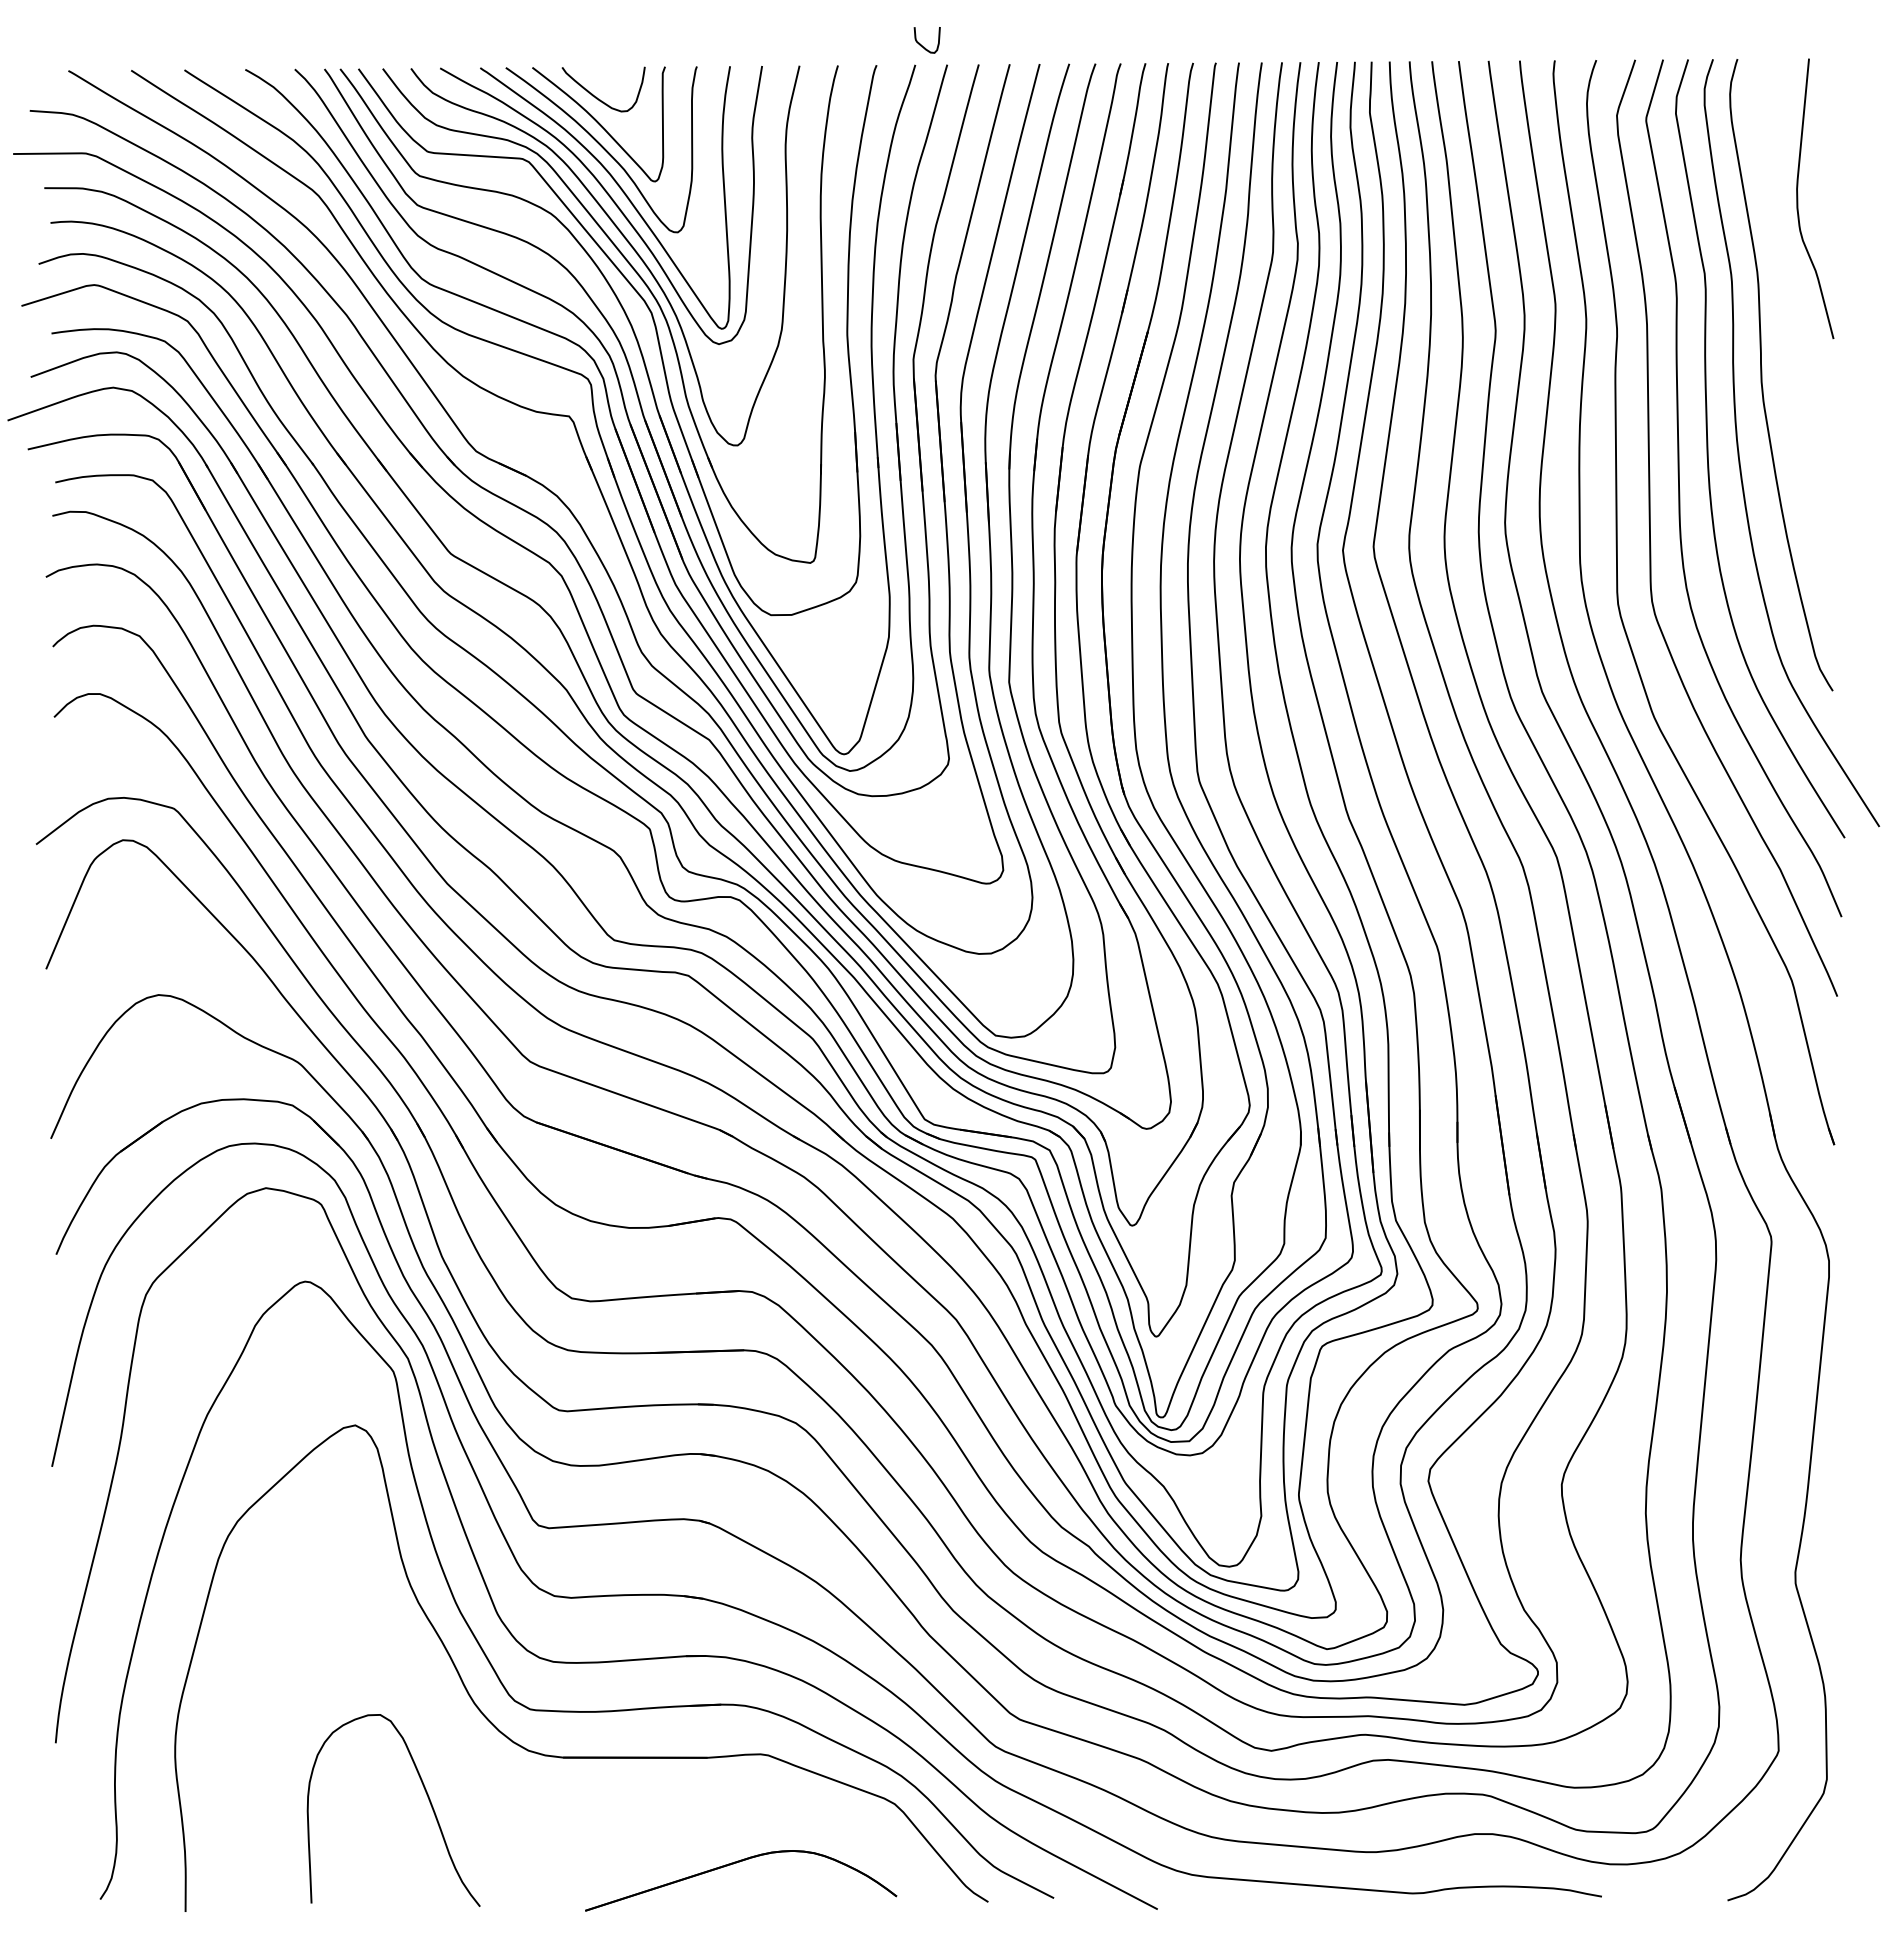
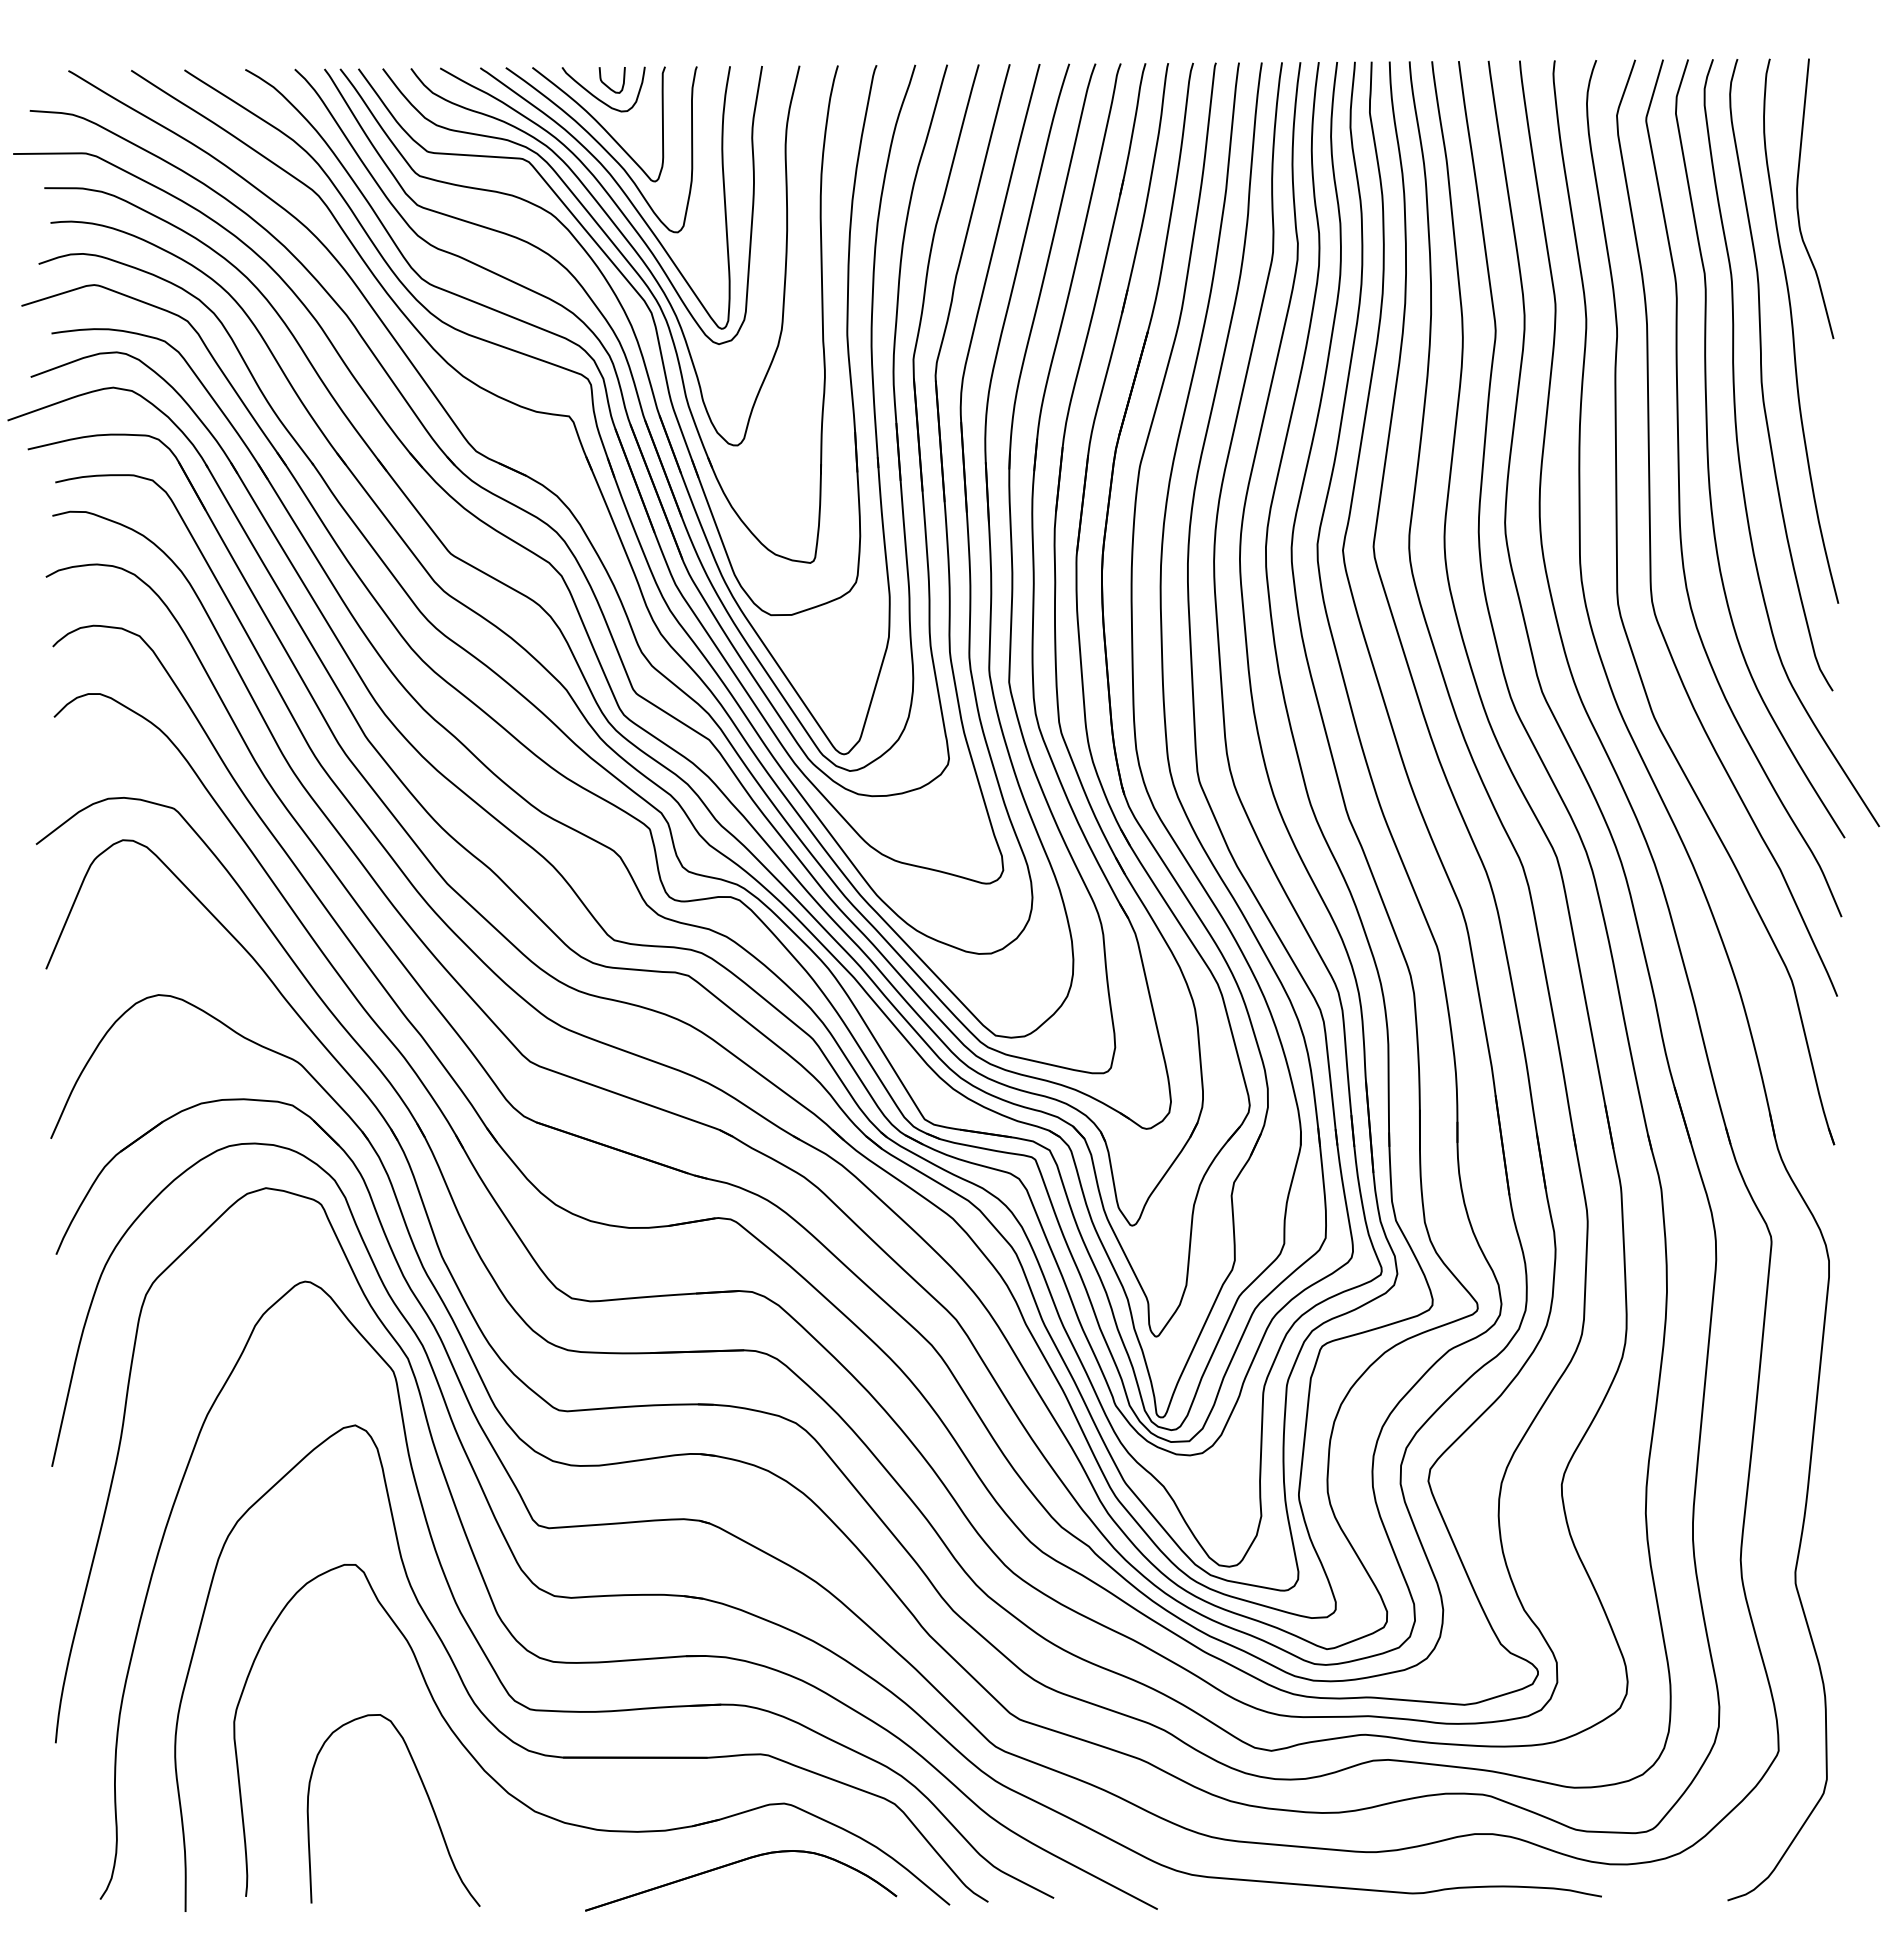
curve at (921, 44) position: (921, 44) -> (606, 84)
curve at (1793, 330): none -> present
part at (573, 1823): none -> present
